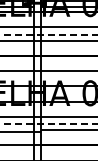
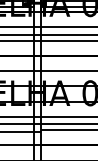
line at (49, 34): dashed -> solid
line at (49, 123): dashed -> solid
